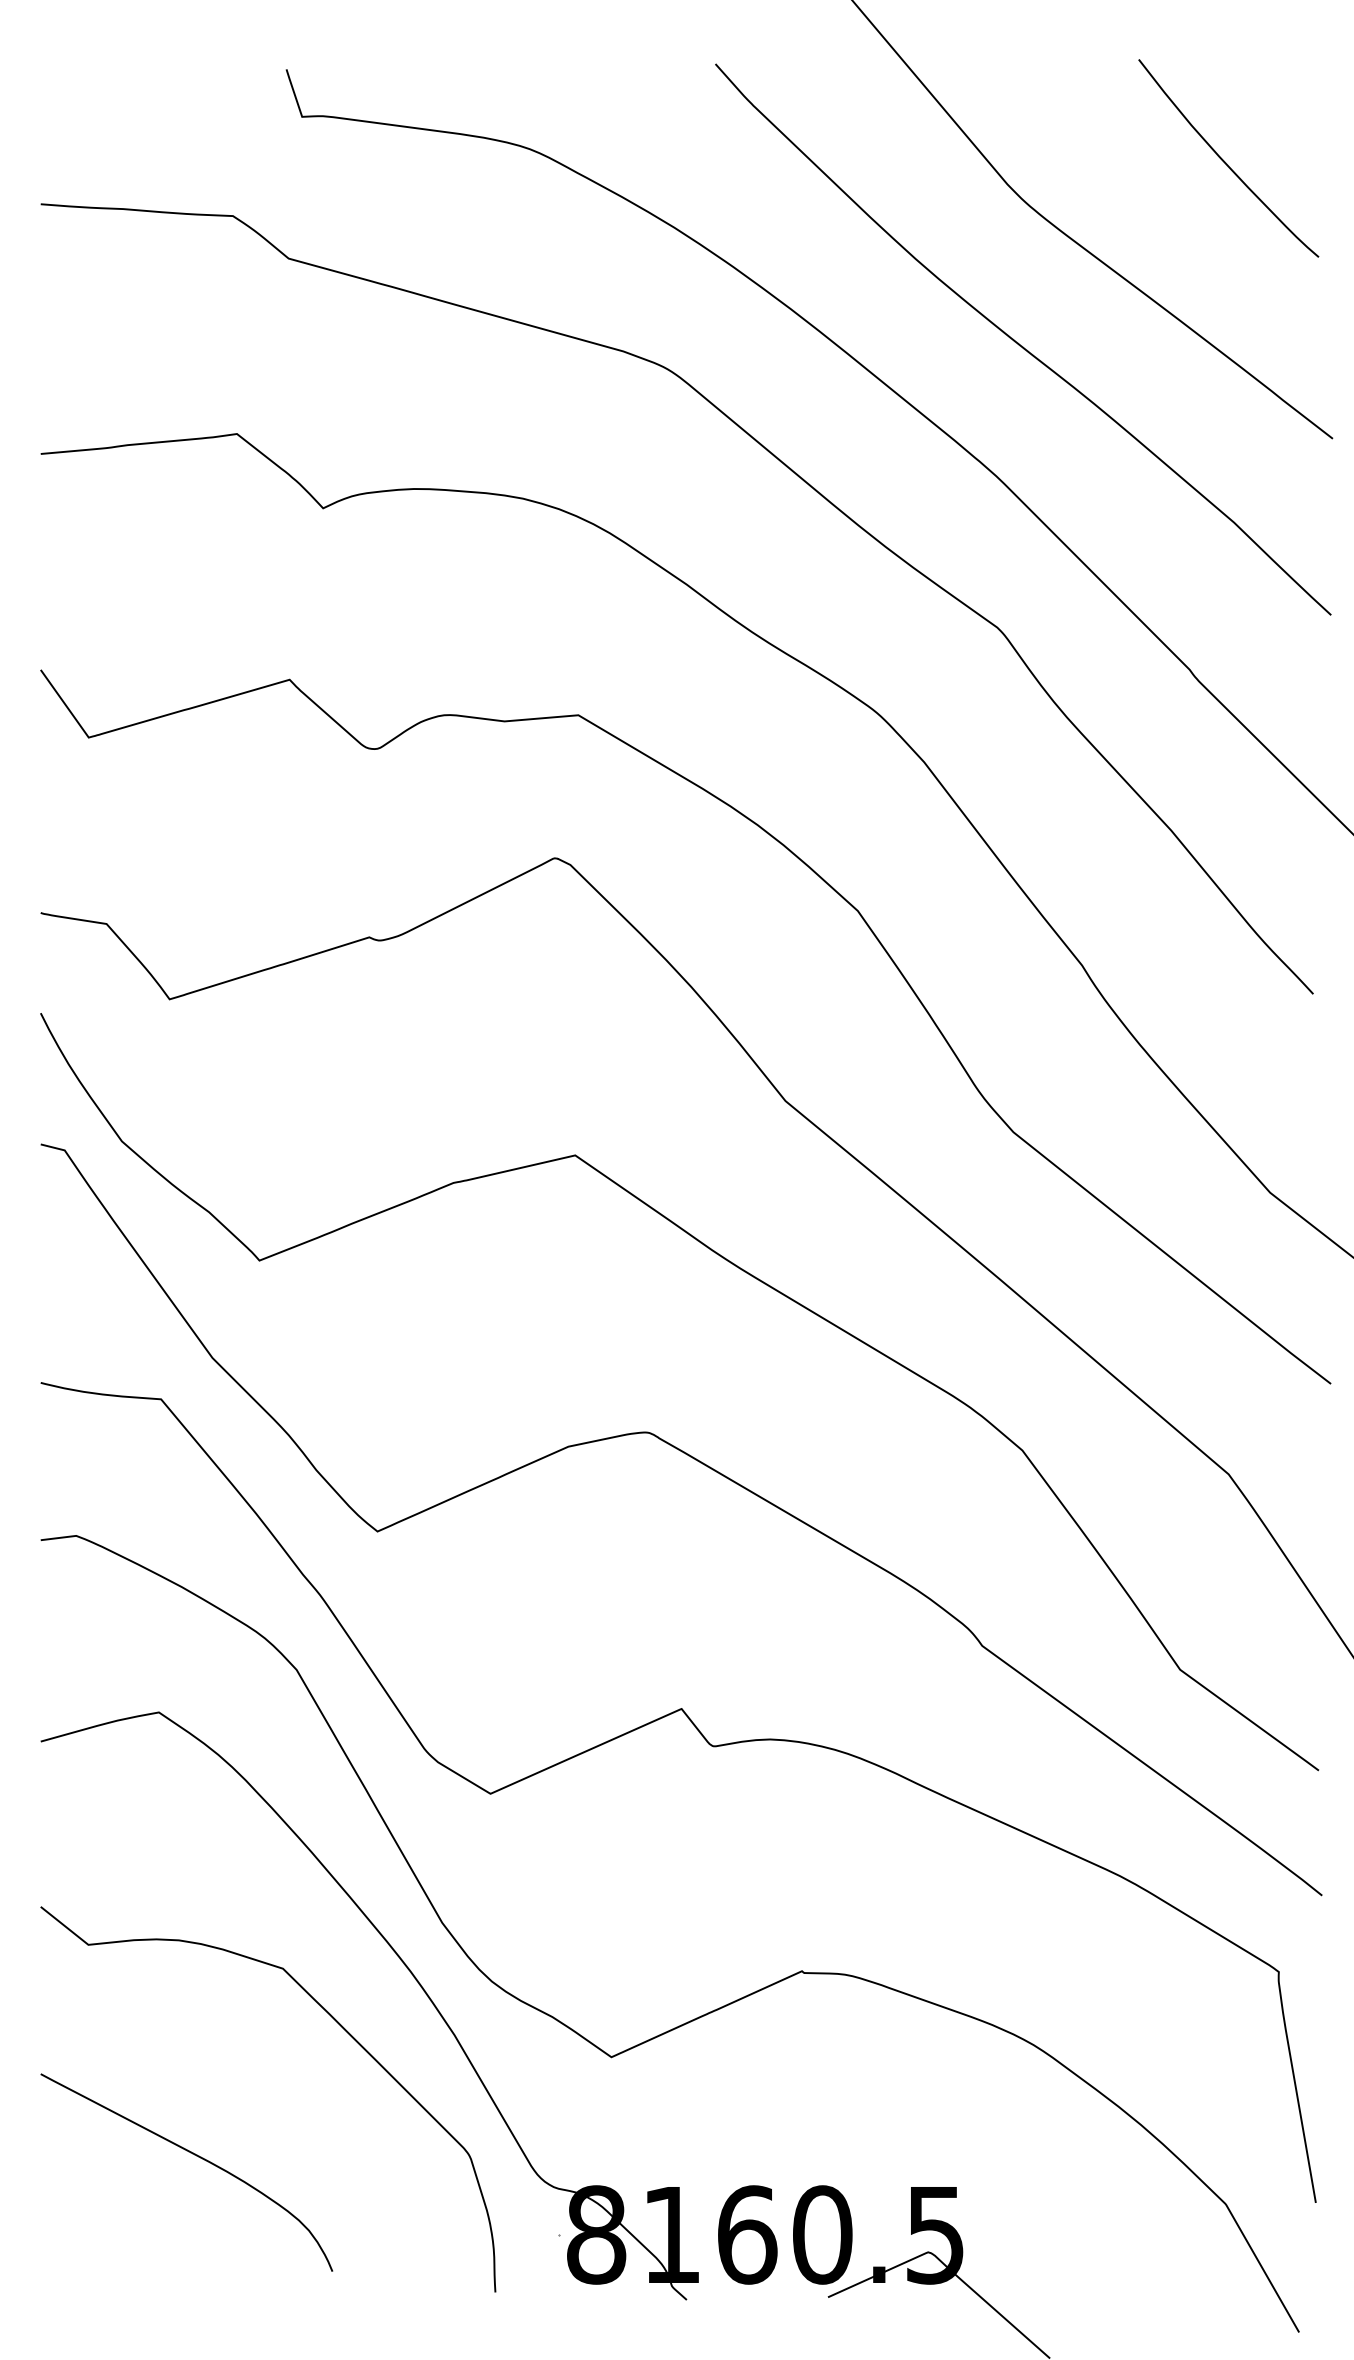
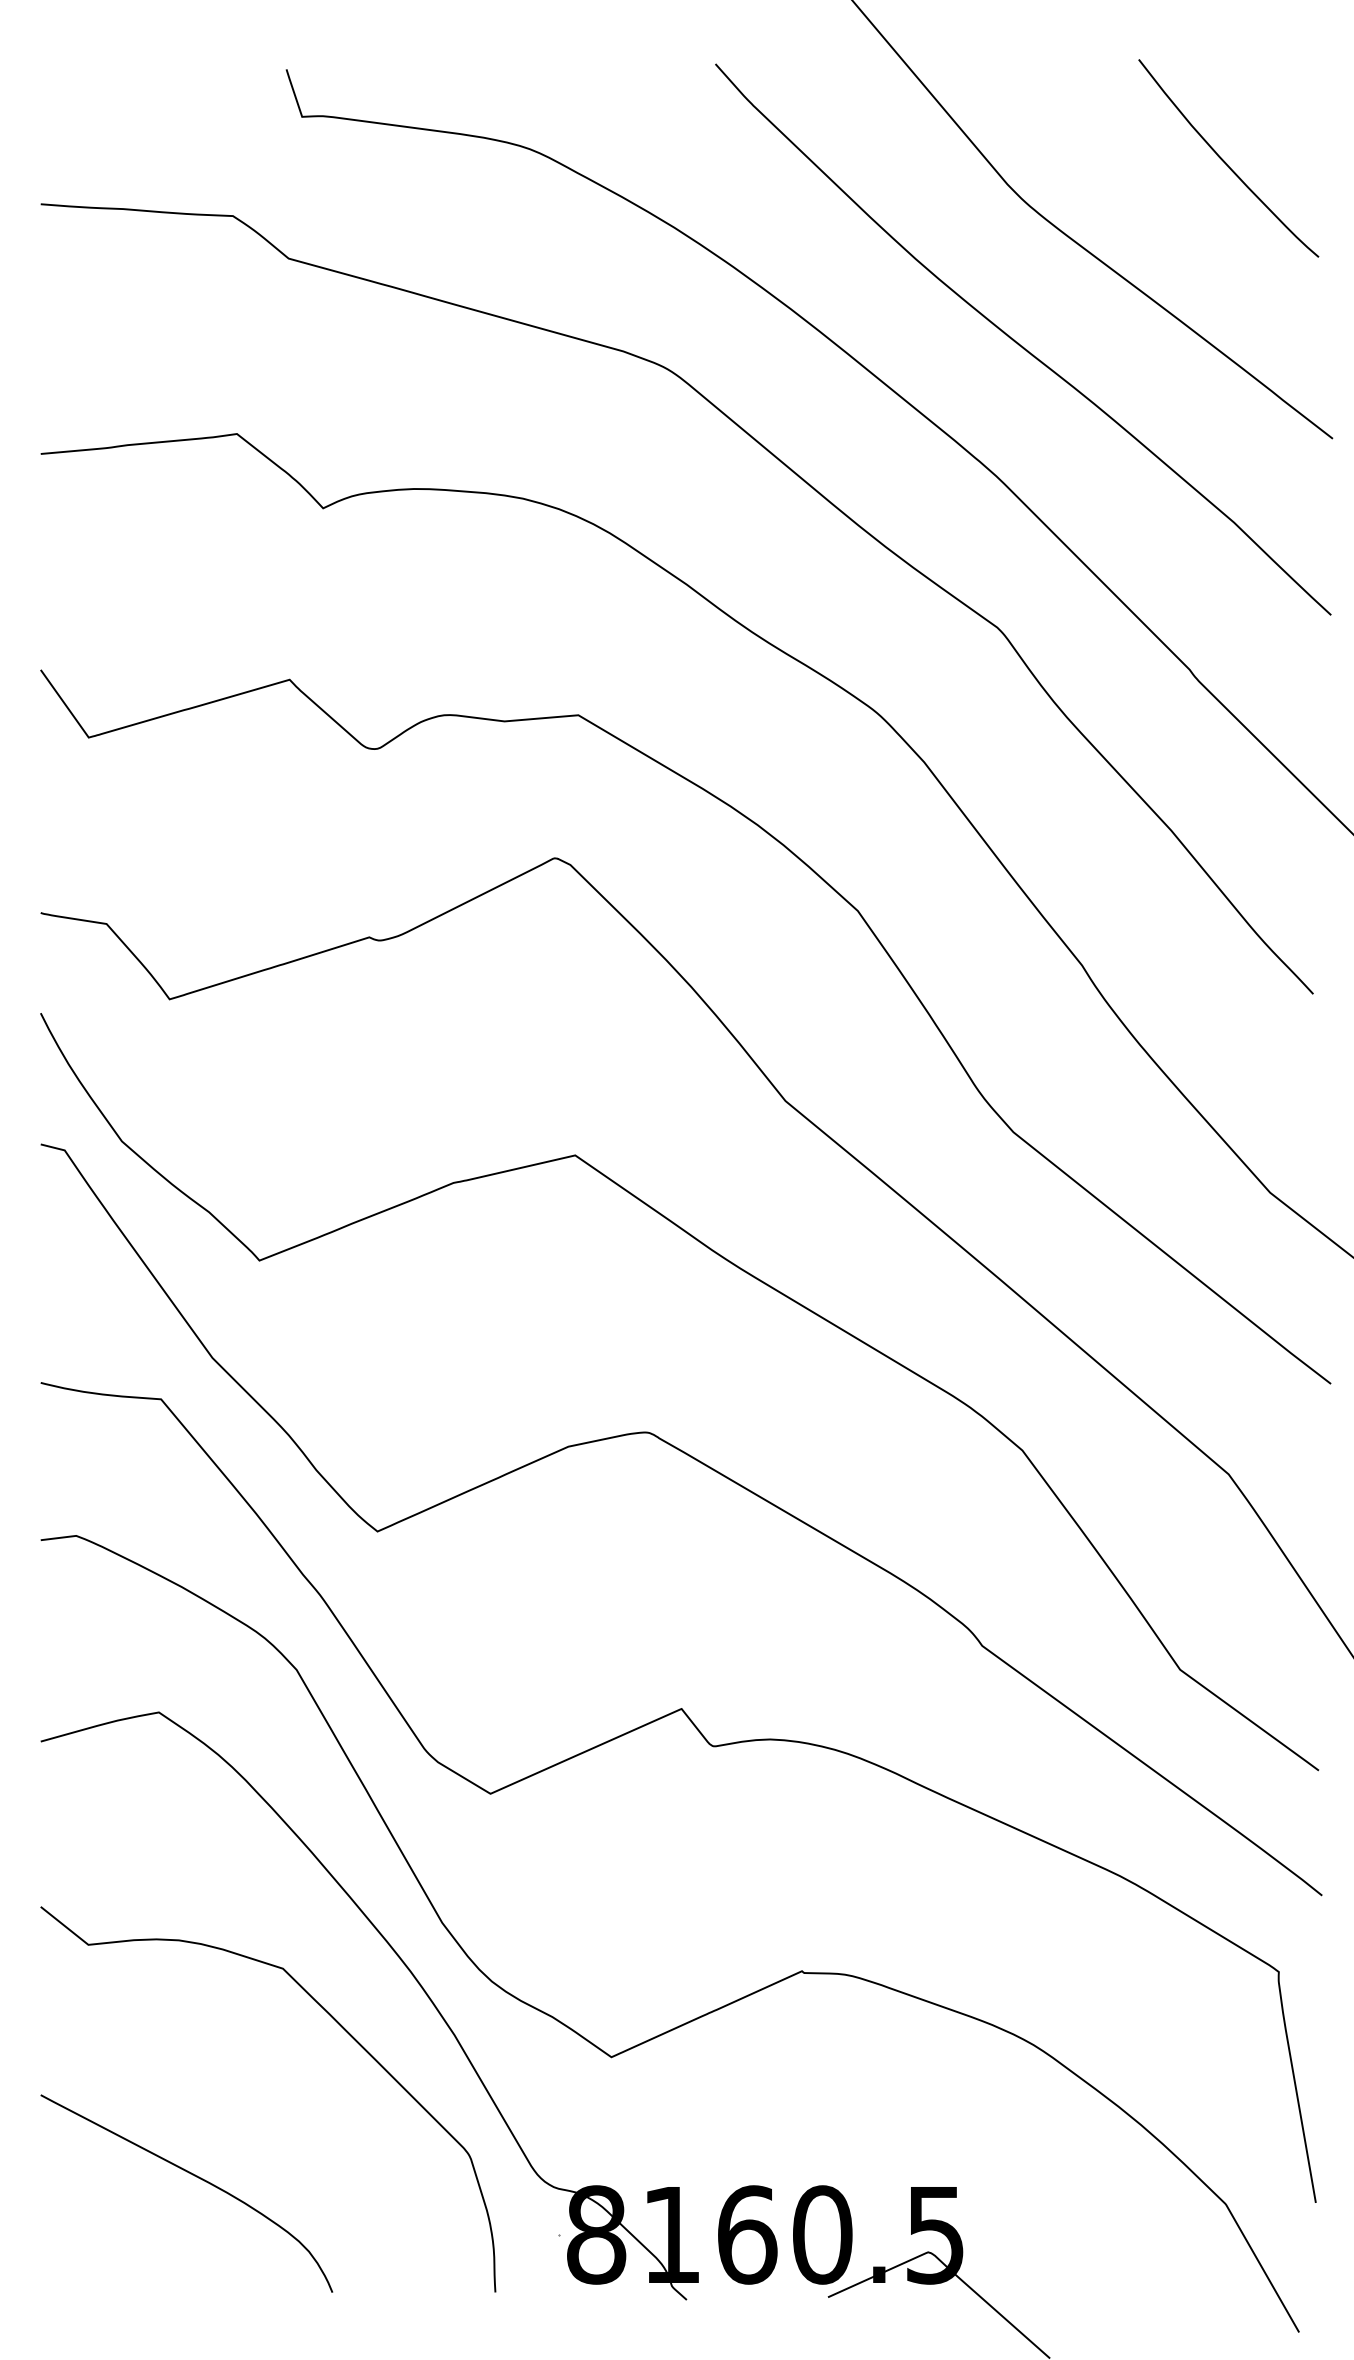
curve at (194, 2155) position: (194, 2155) -> (194, 2176)
